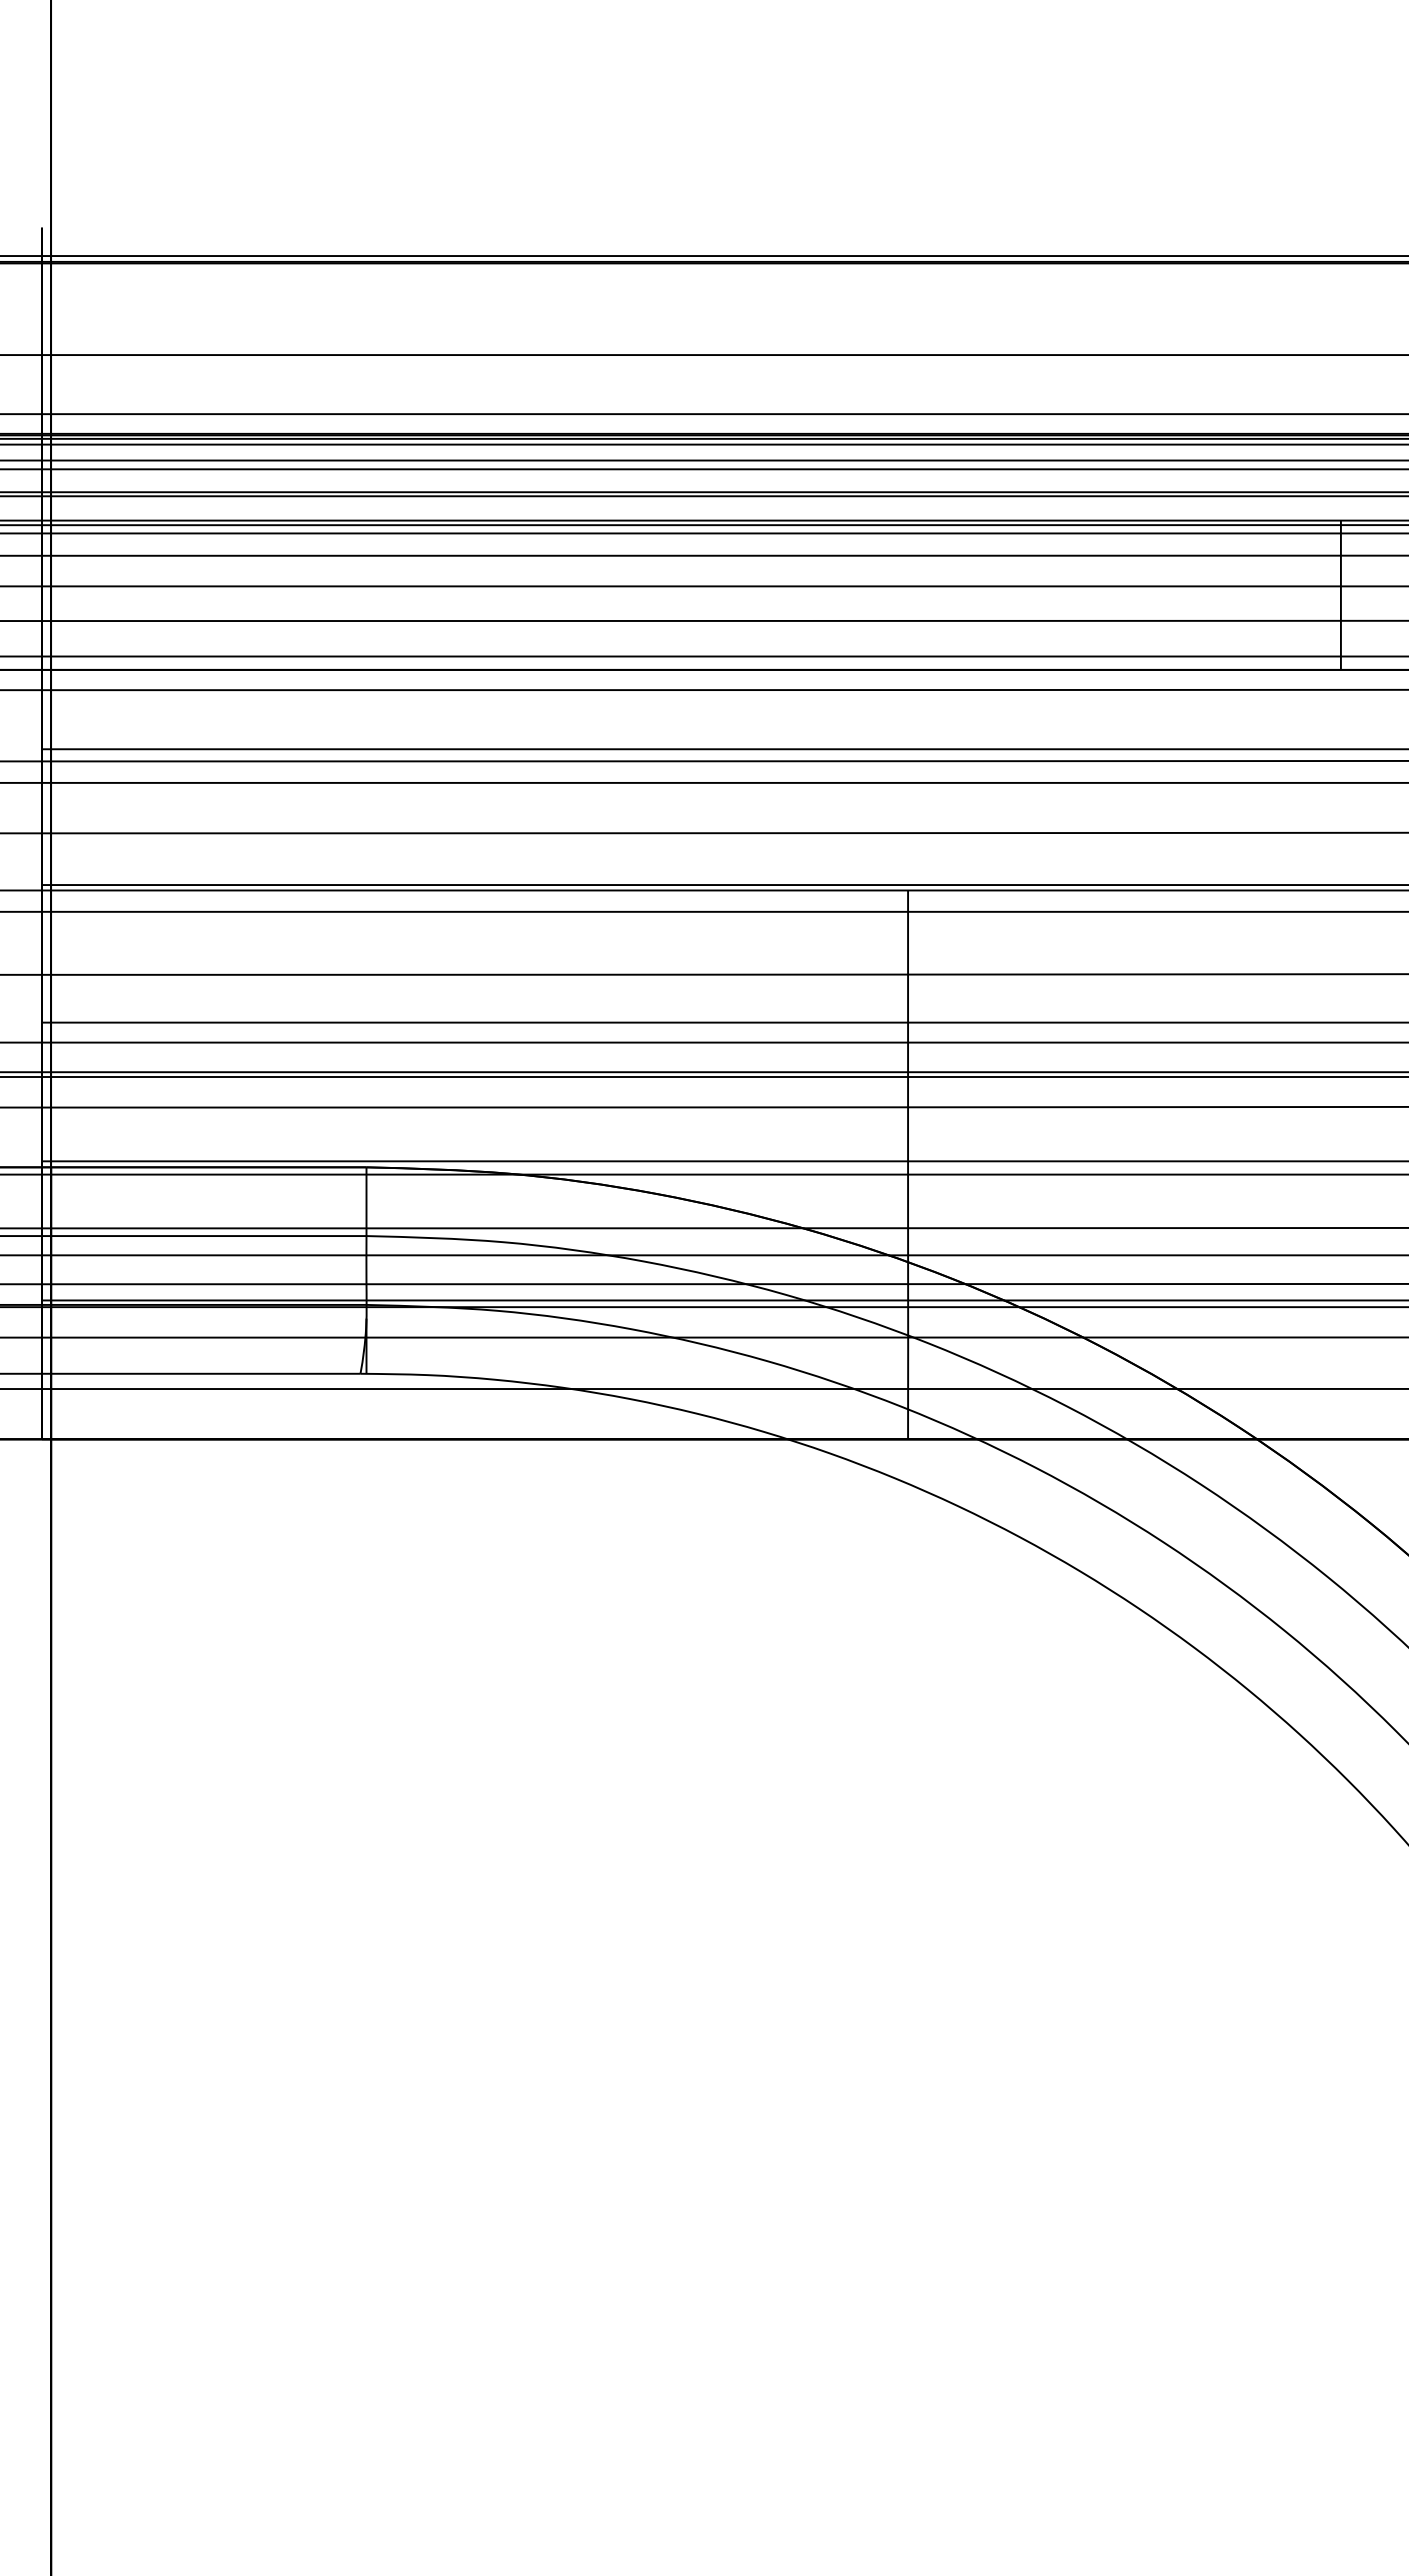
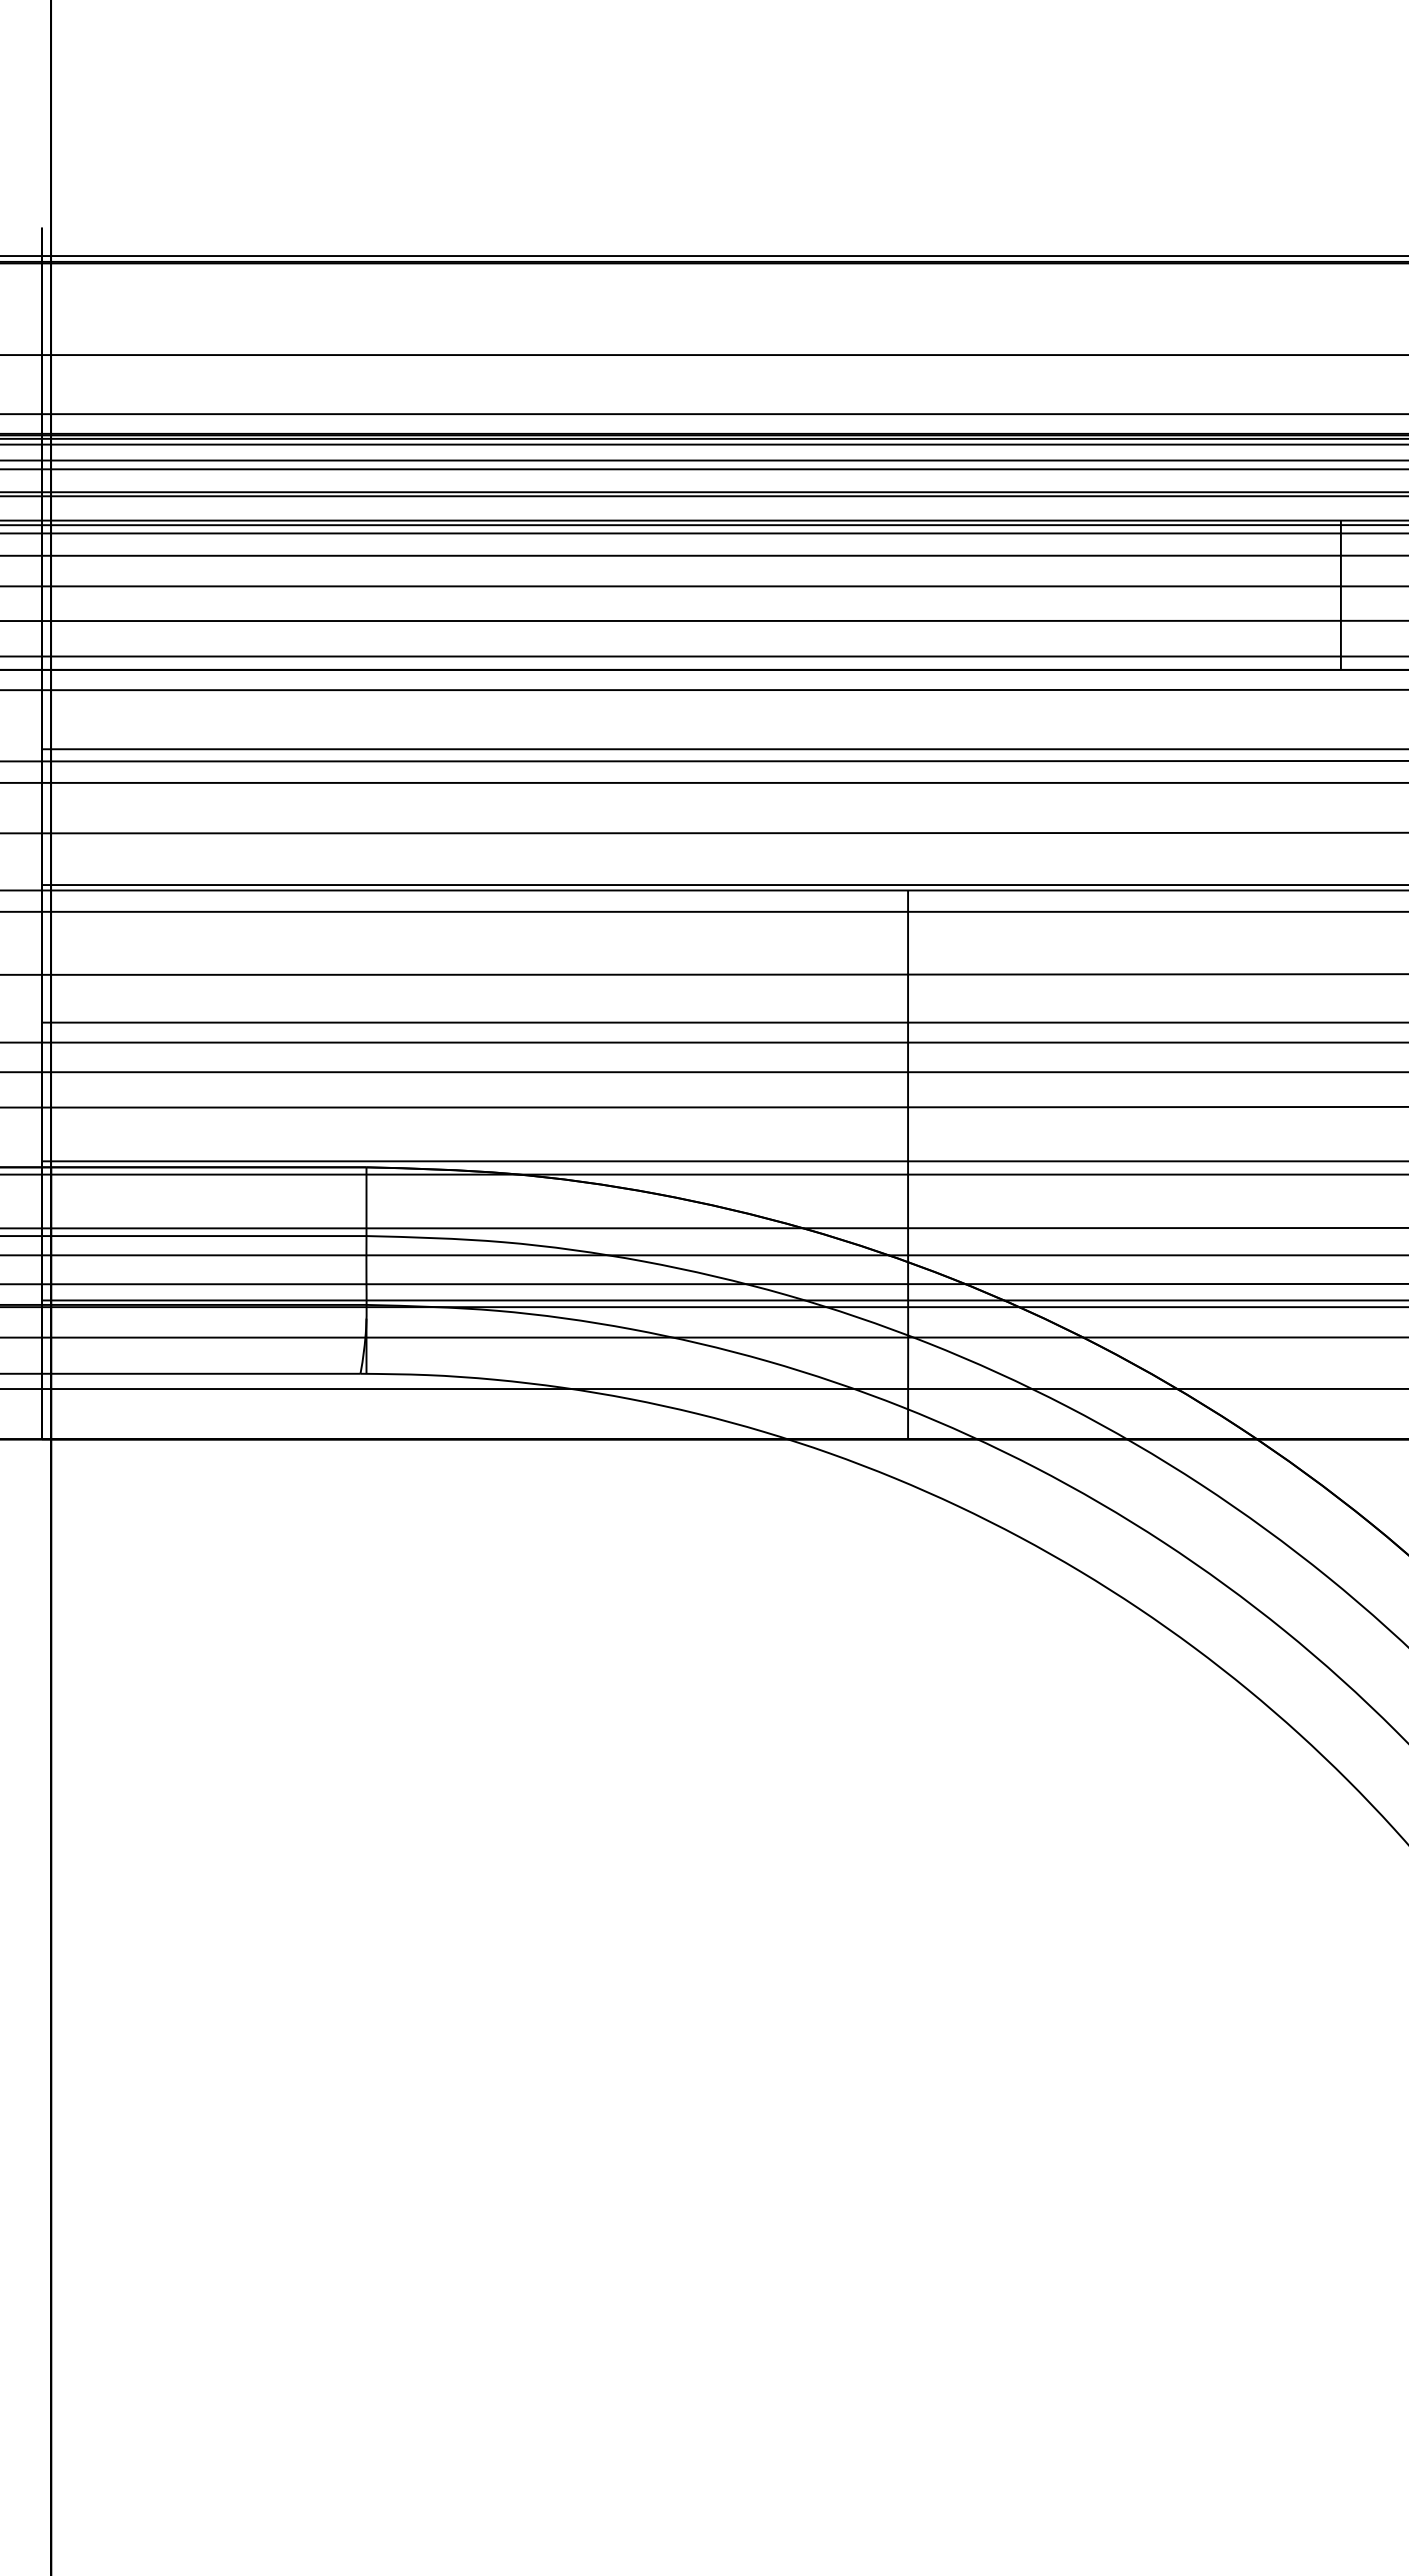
line at (703, 1076): present -> none
